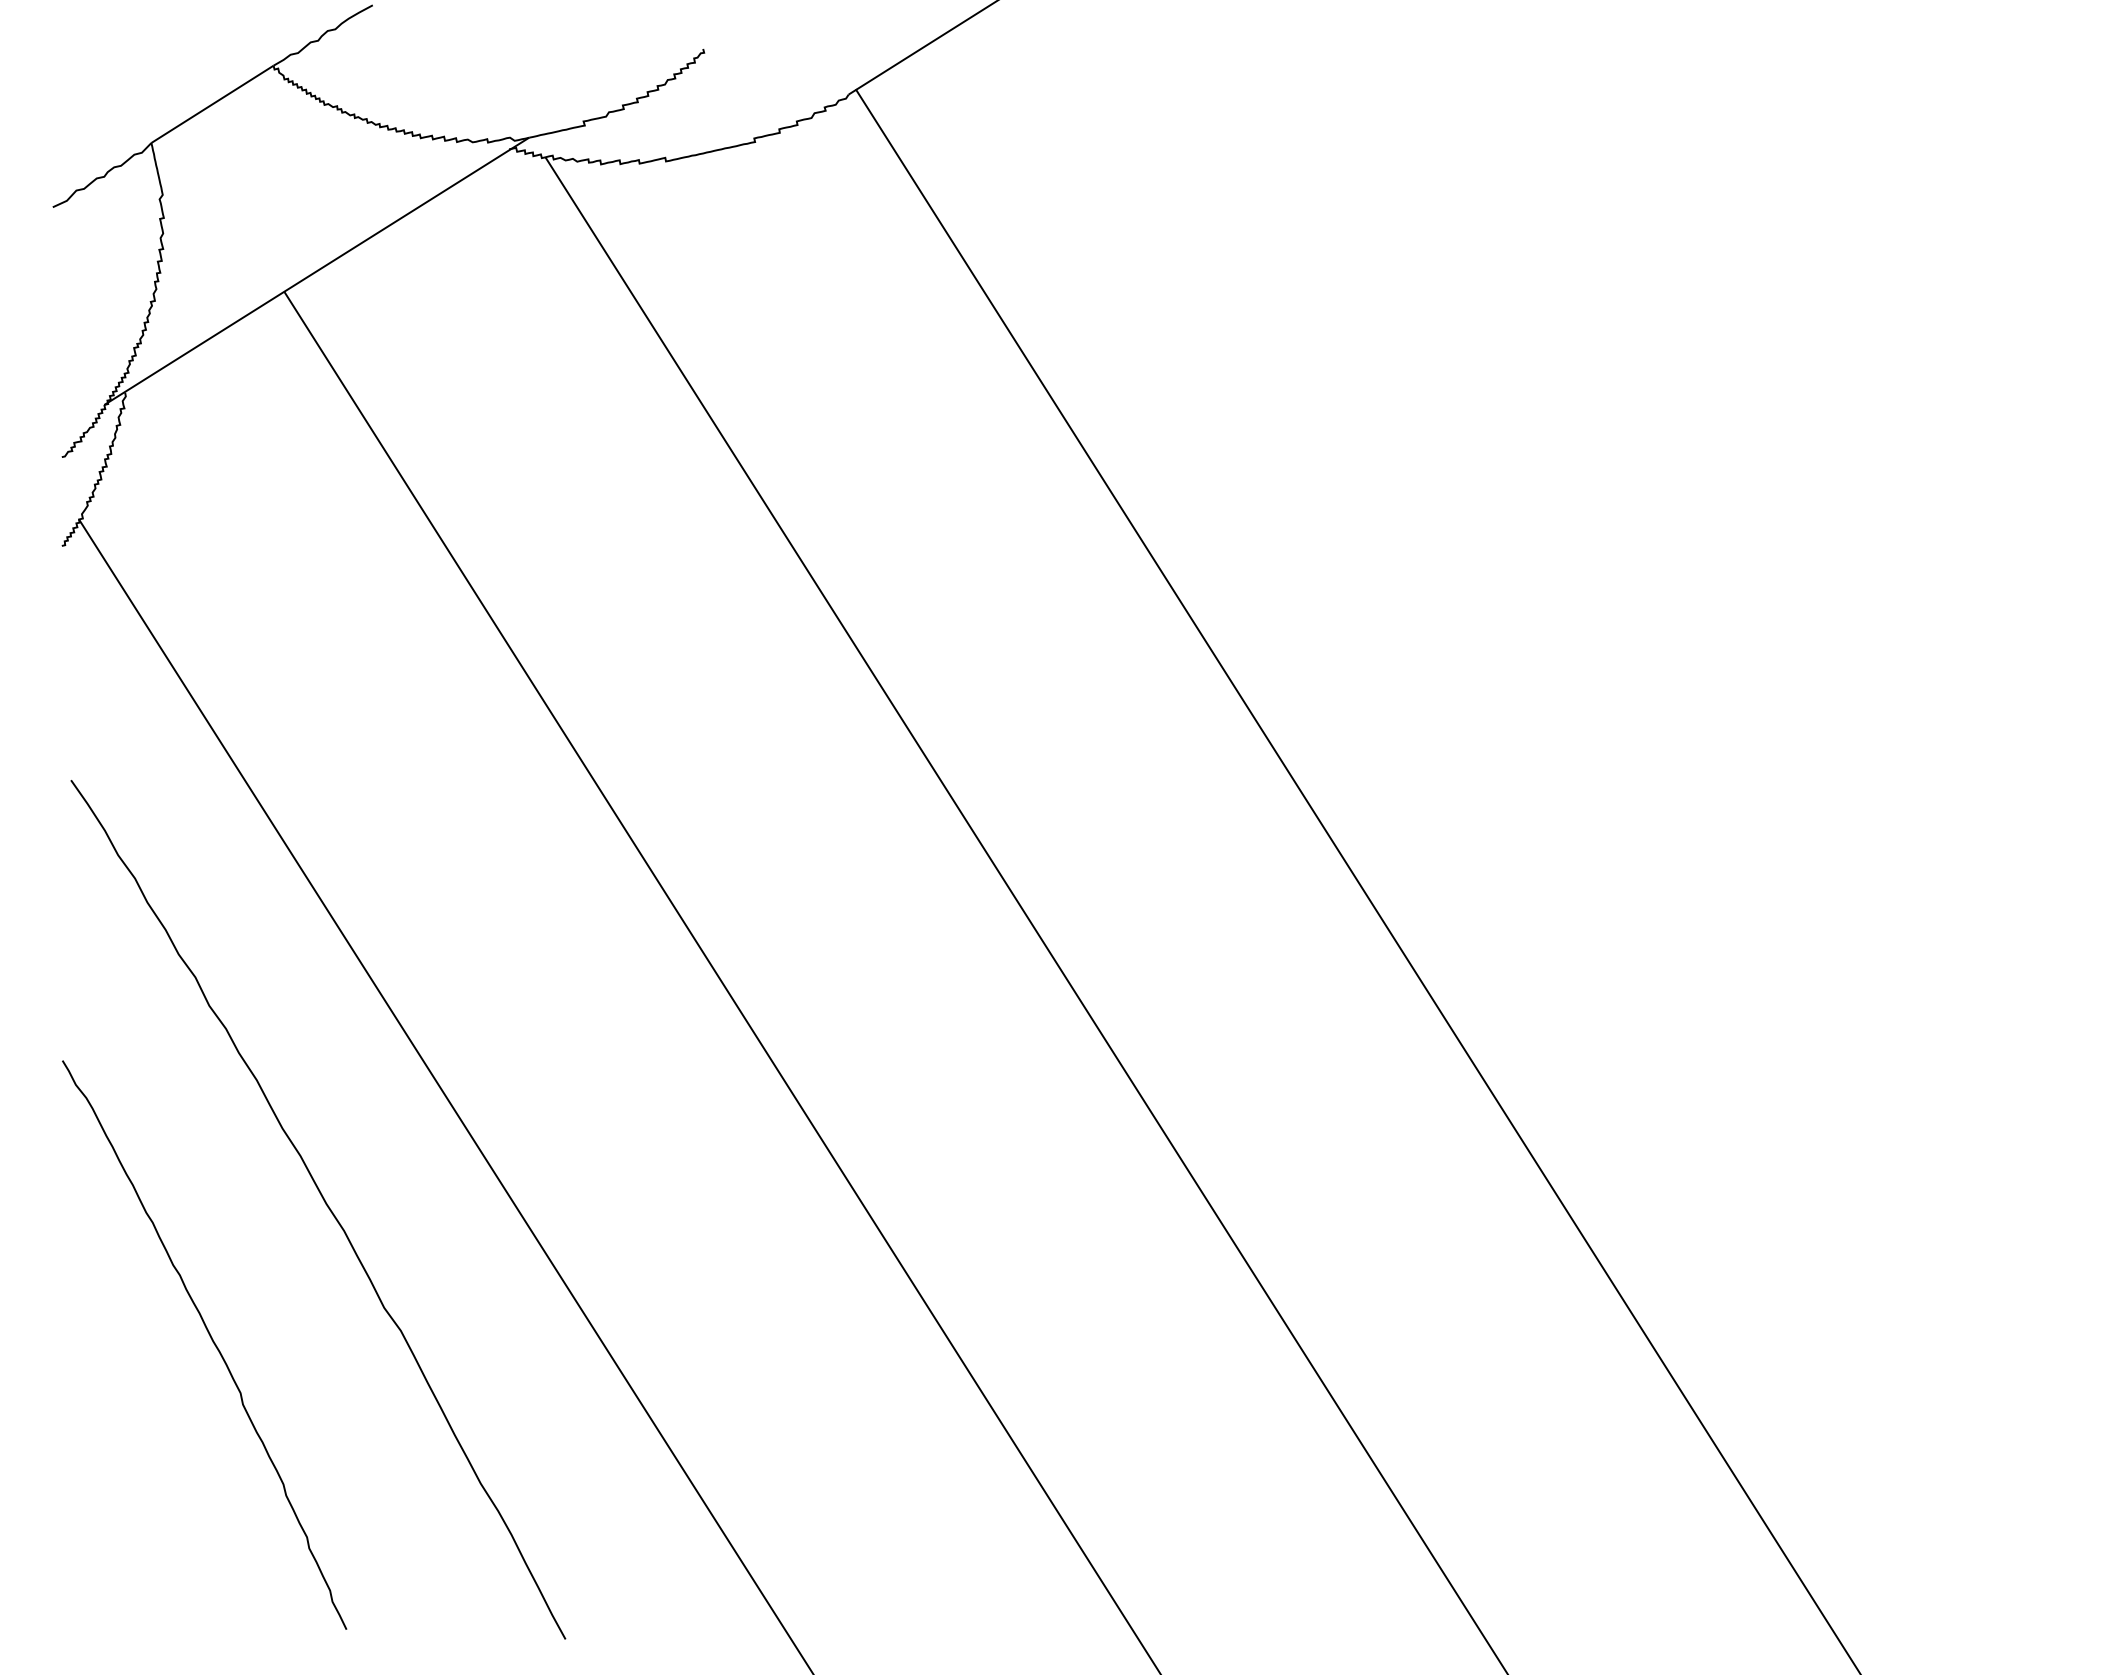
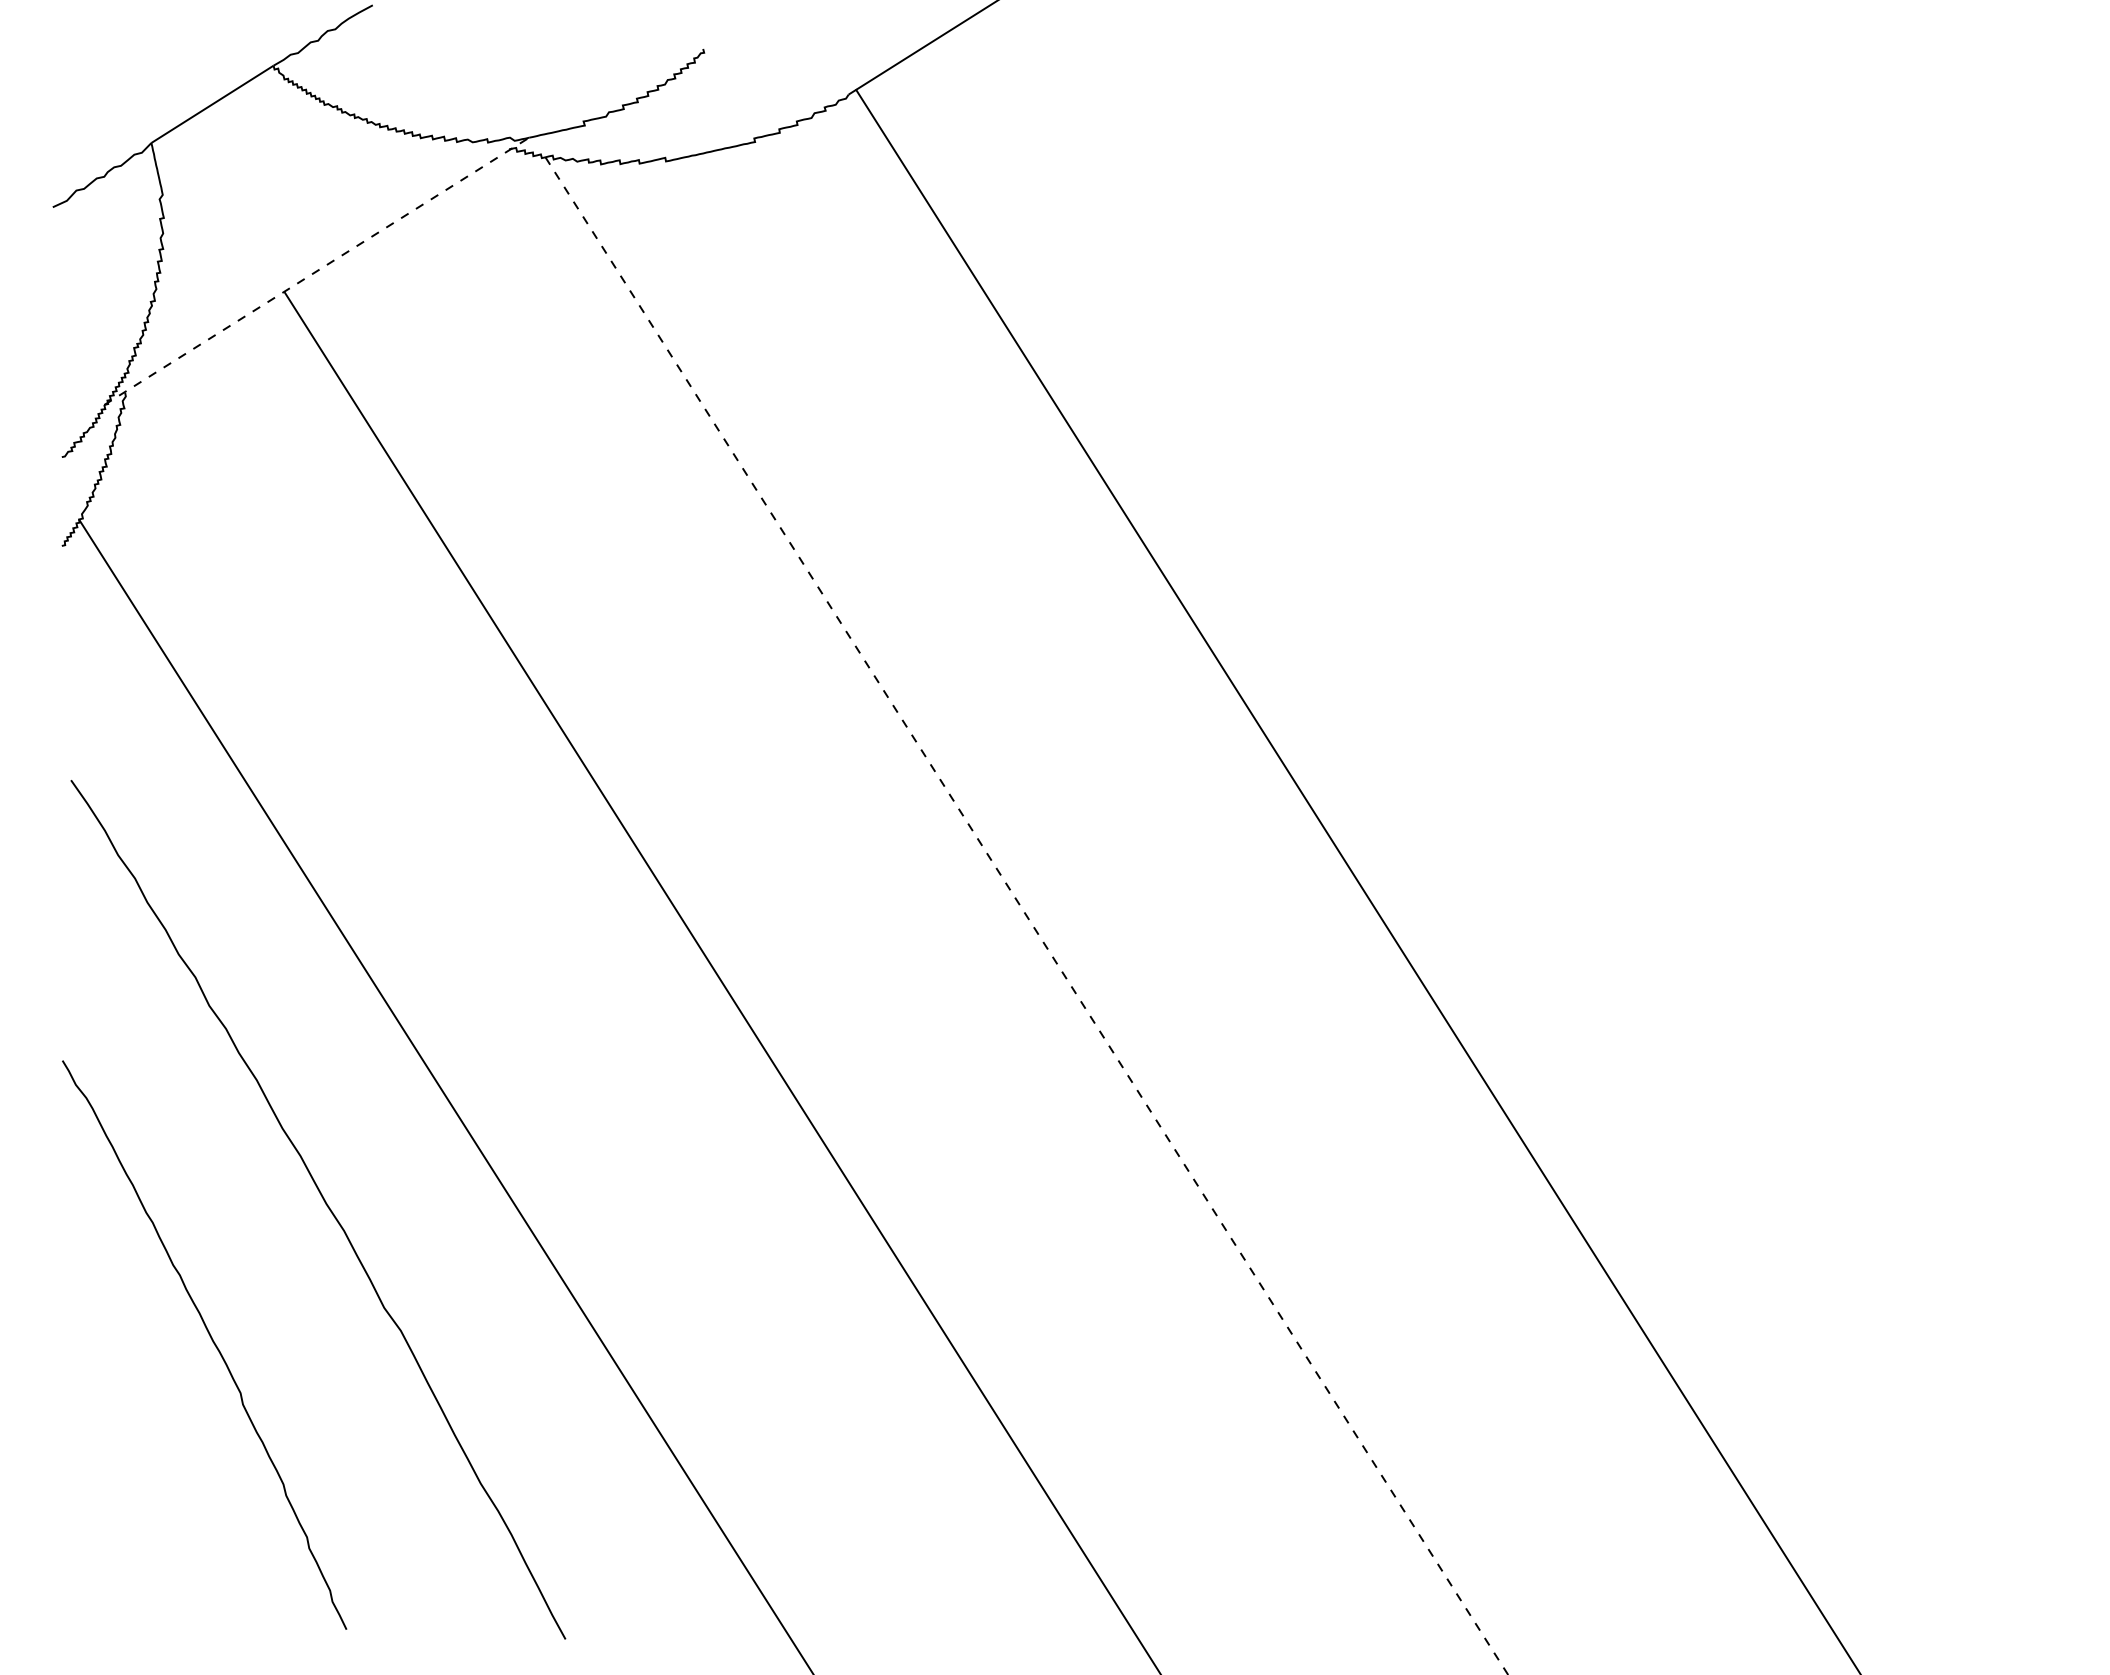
line at (317, 271): solid -> dashed
line at (1026, 916): solid -> dashed
